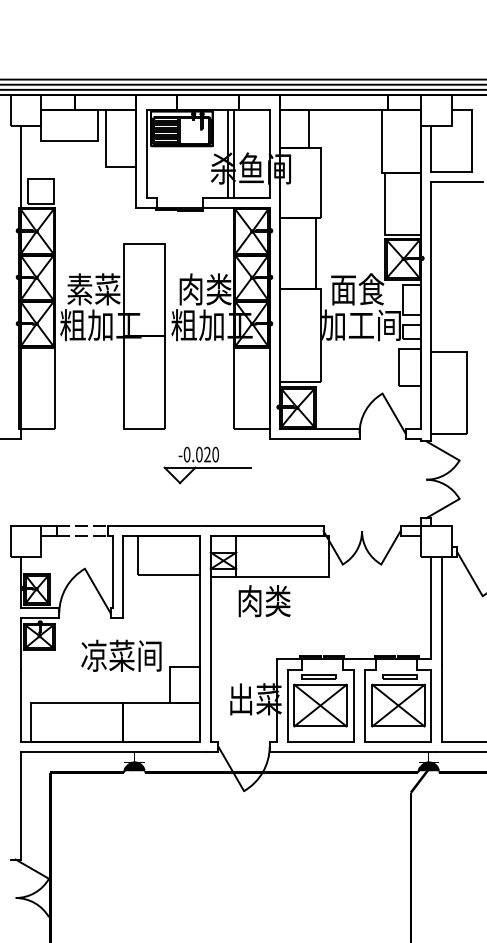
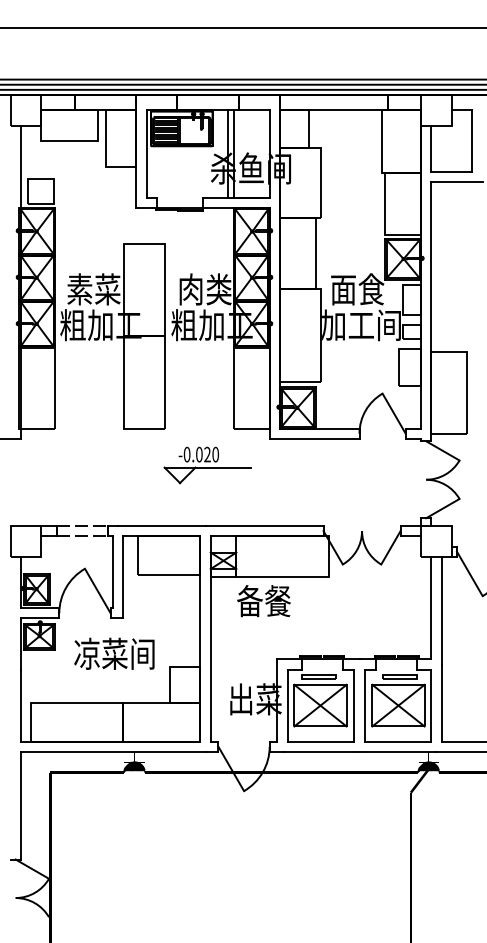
line at (242, 28): none -> present
text at (263, 601): 肉类 -> 备餐
text at (121, 655) position: (121, 655) -> (114, 653)
